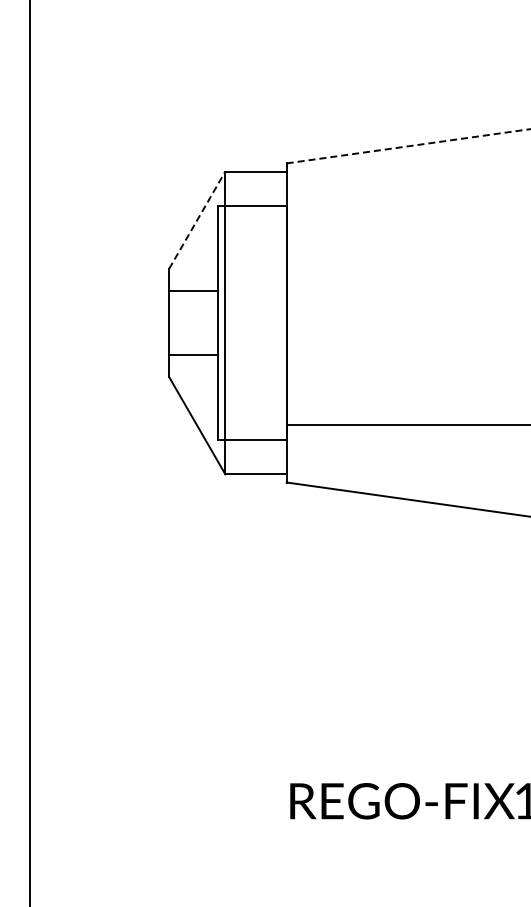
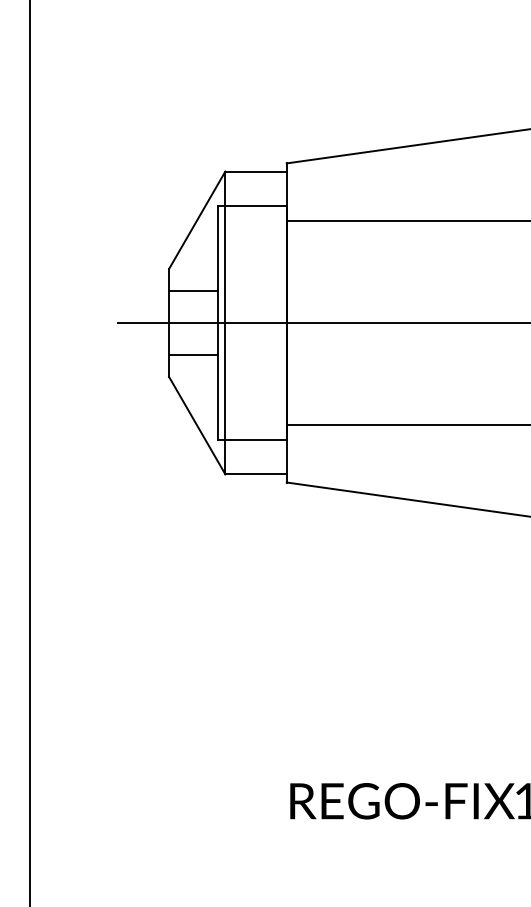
line at (408, 146): dashed -> solid
line at (197, 219): dashed -> solid
line at (406, 220): none -> present
line at (322, 322): none -> present
